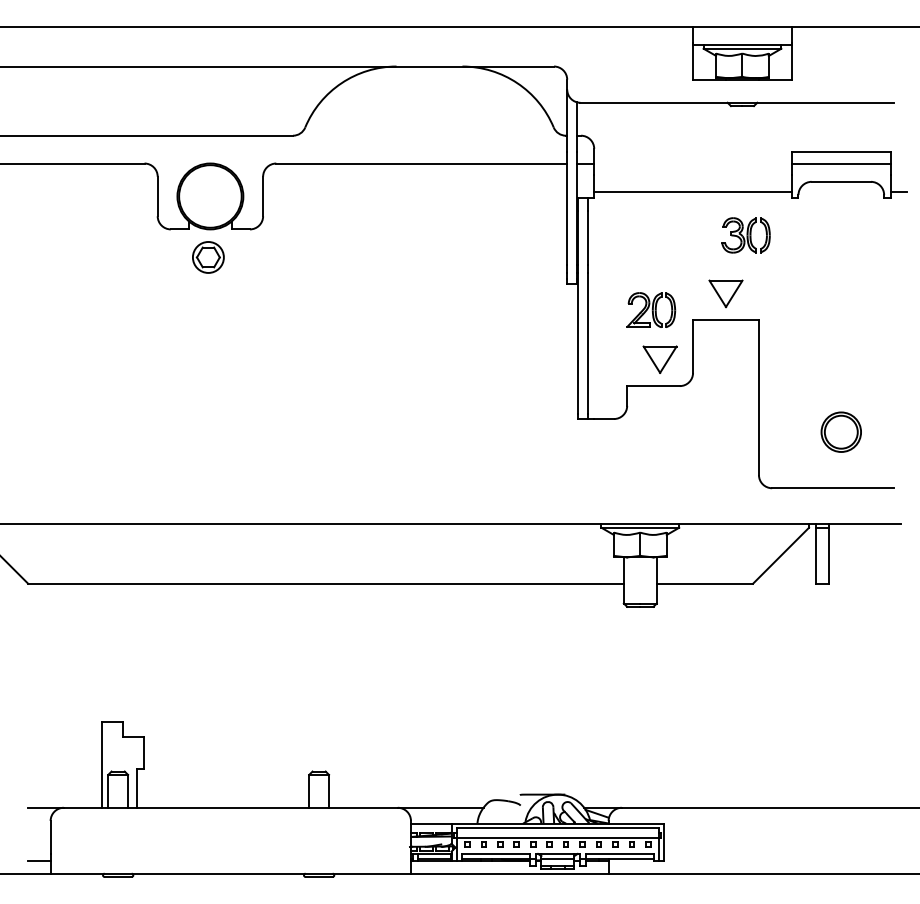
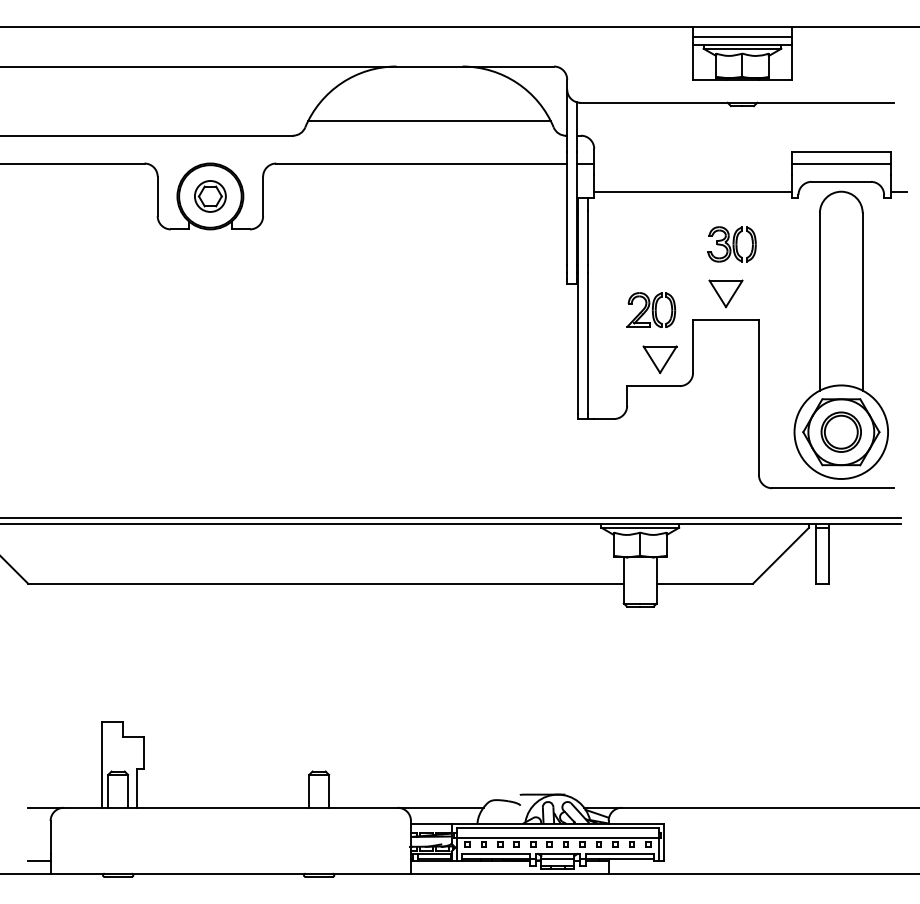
line at (742, 36): none -> present
line at (429, 120): none -> present
part at (745, 235) position: (745, 235) -> (731, 244)
part at (208, 257) position: (208, 257) -> (210, 196)
part at (840, 334): none -> present
line at (451, 517): none -> present
